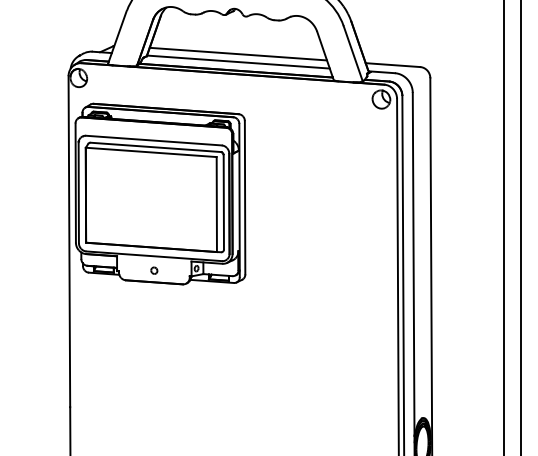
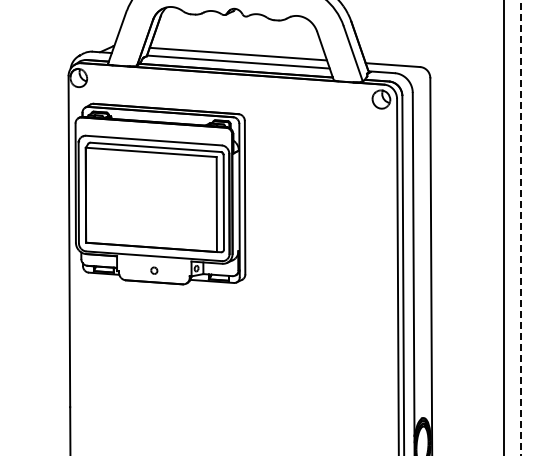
line at (520, 228): solid -> dashed
